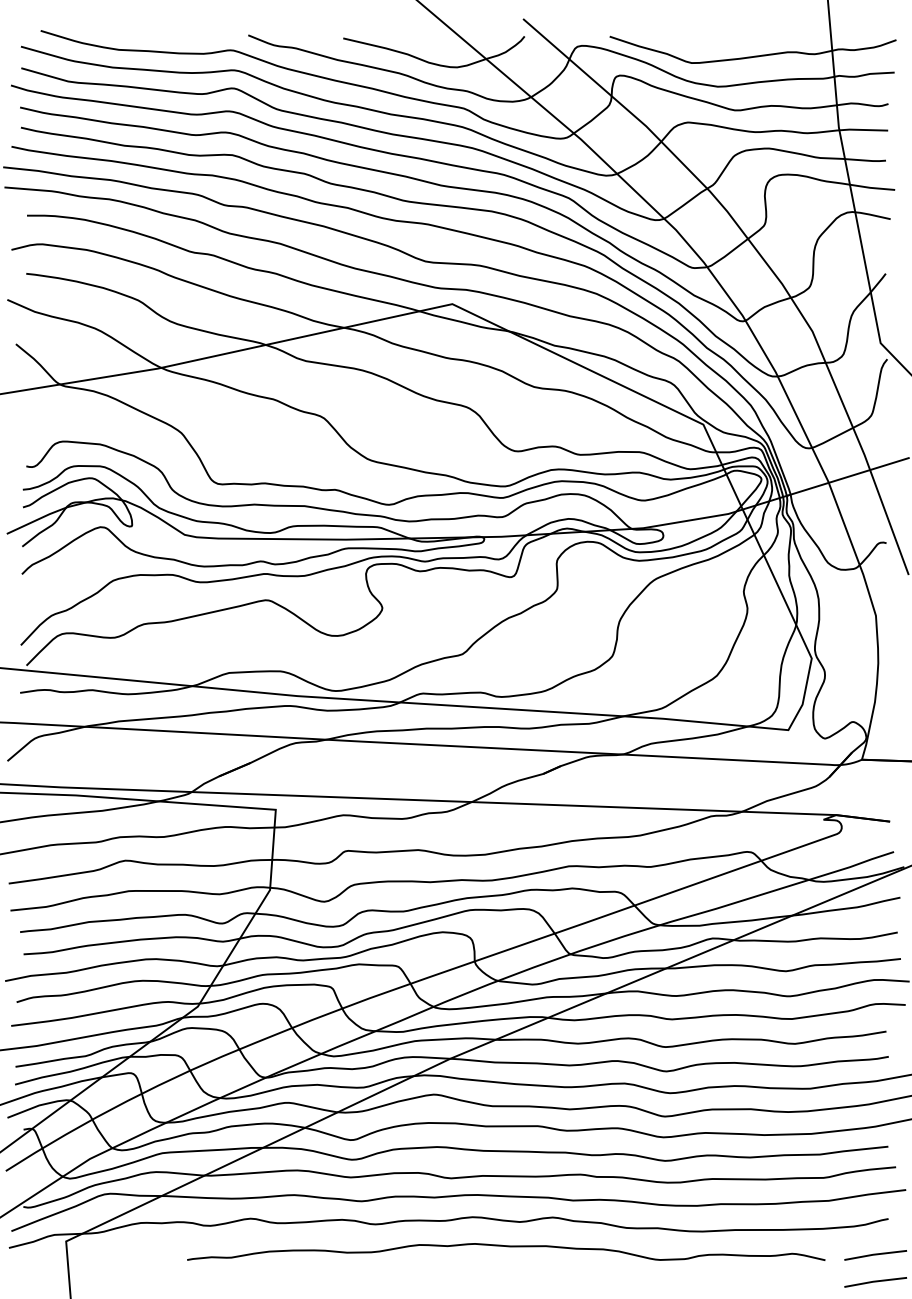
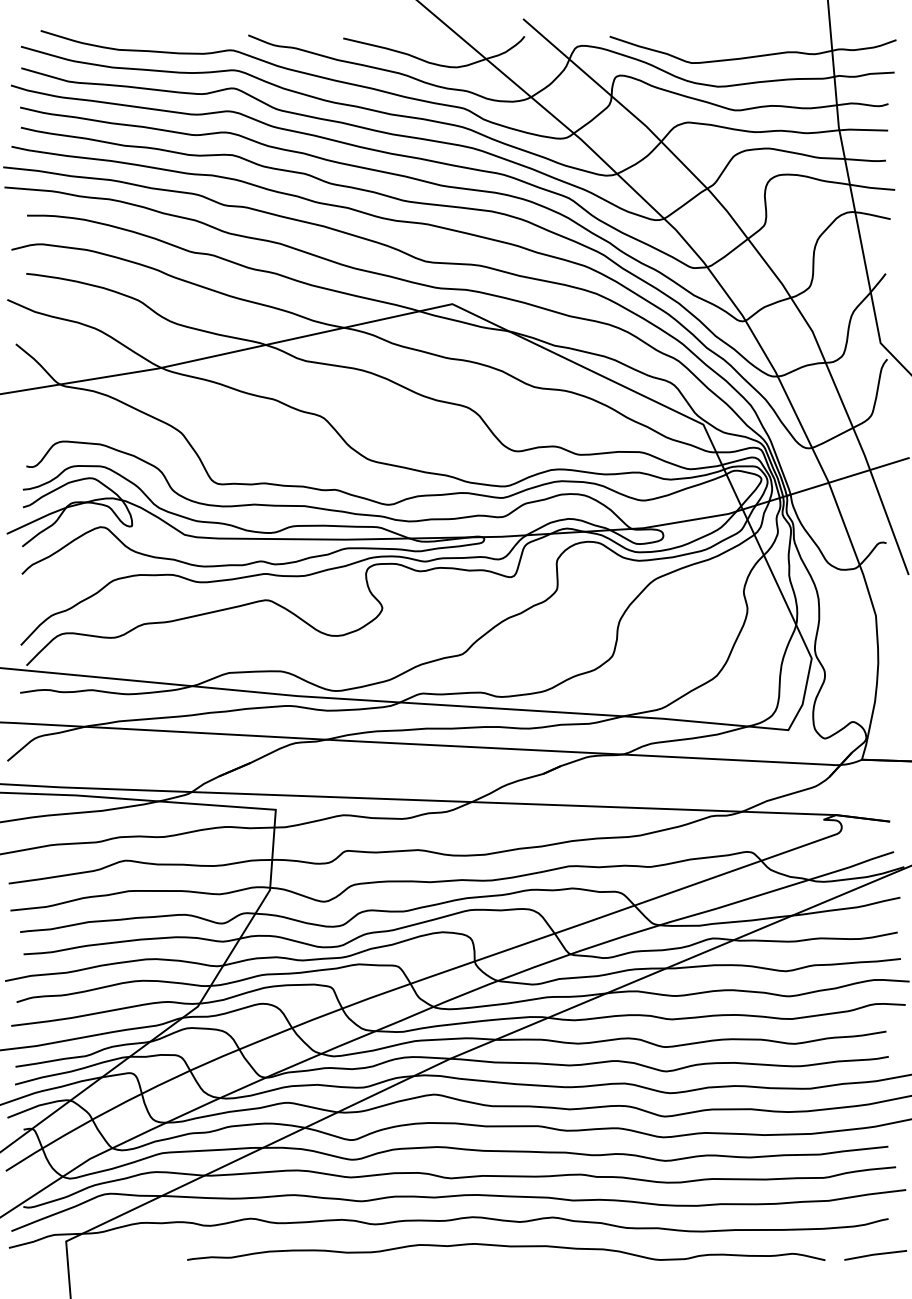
line at (875, 1282): present -> none
